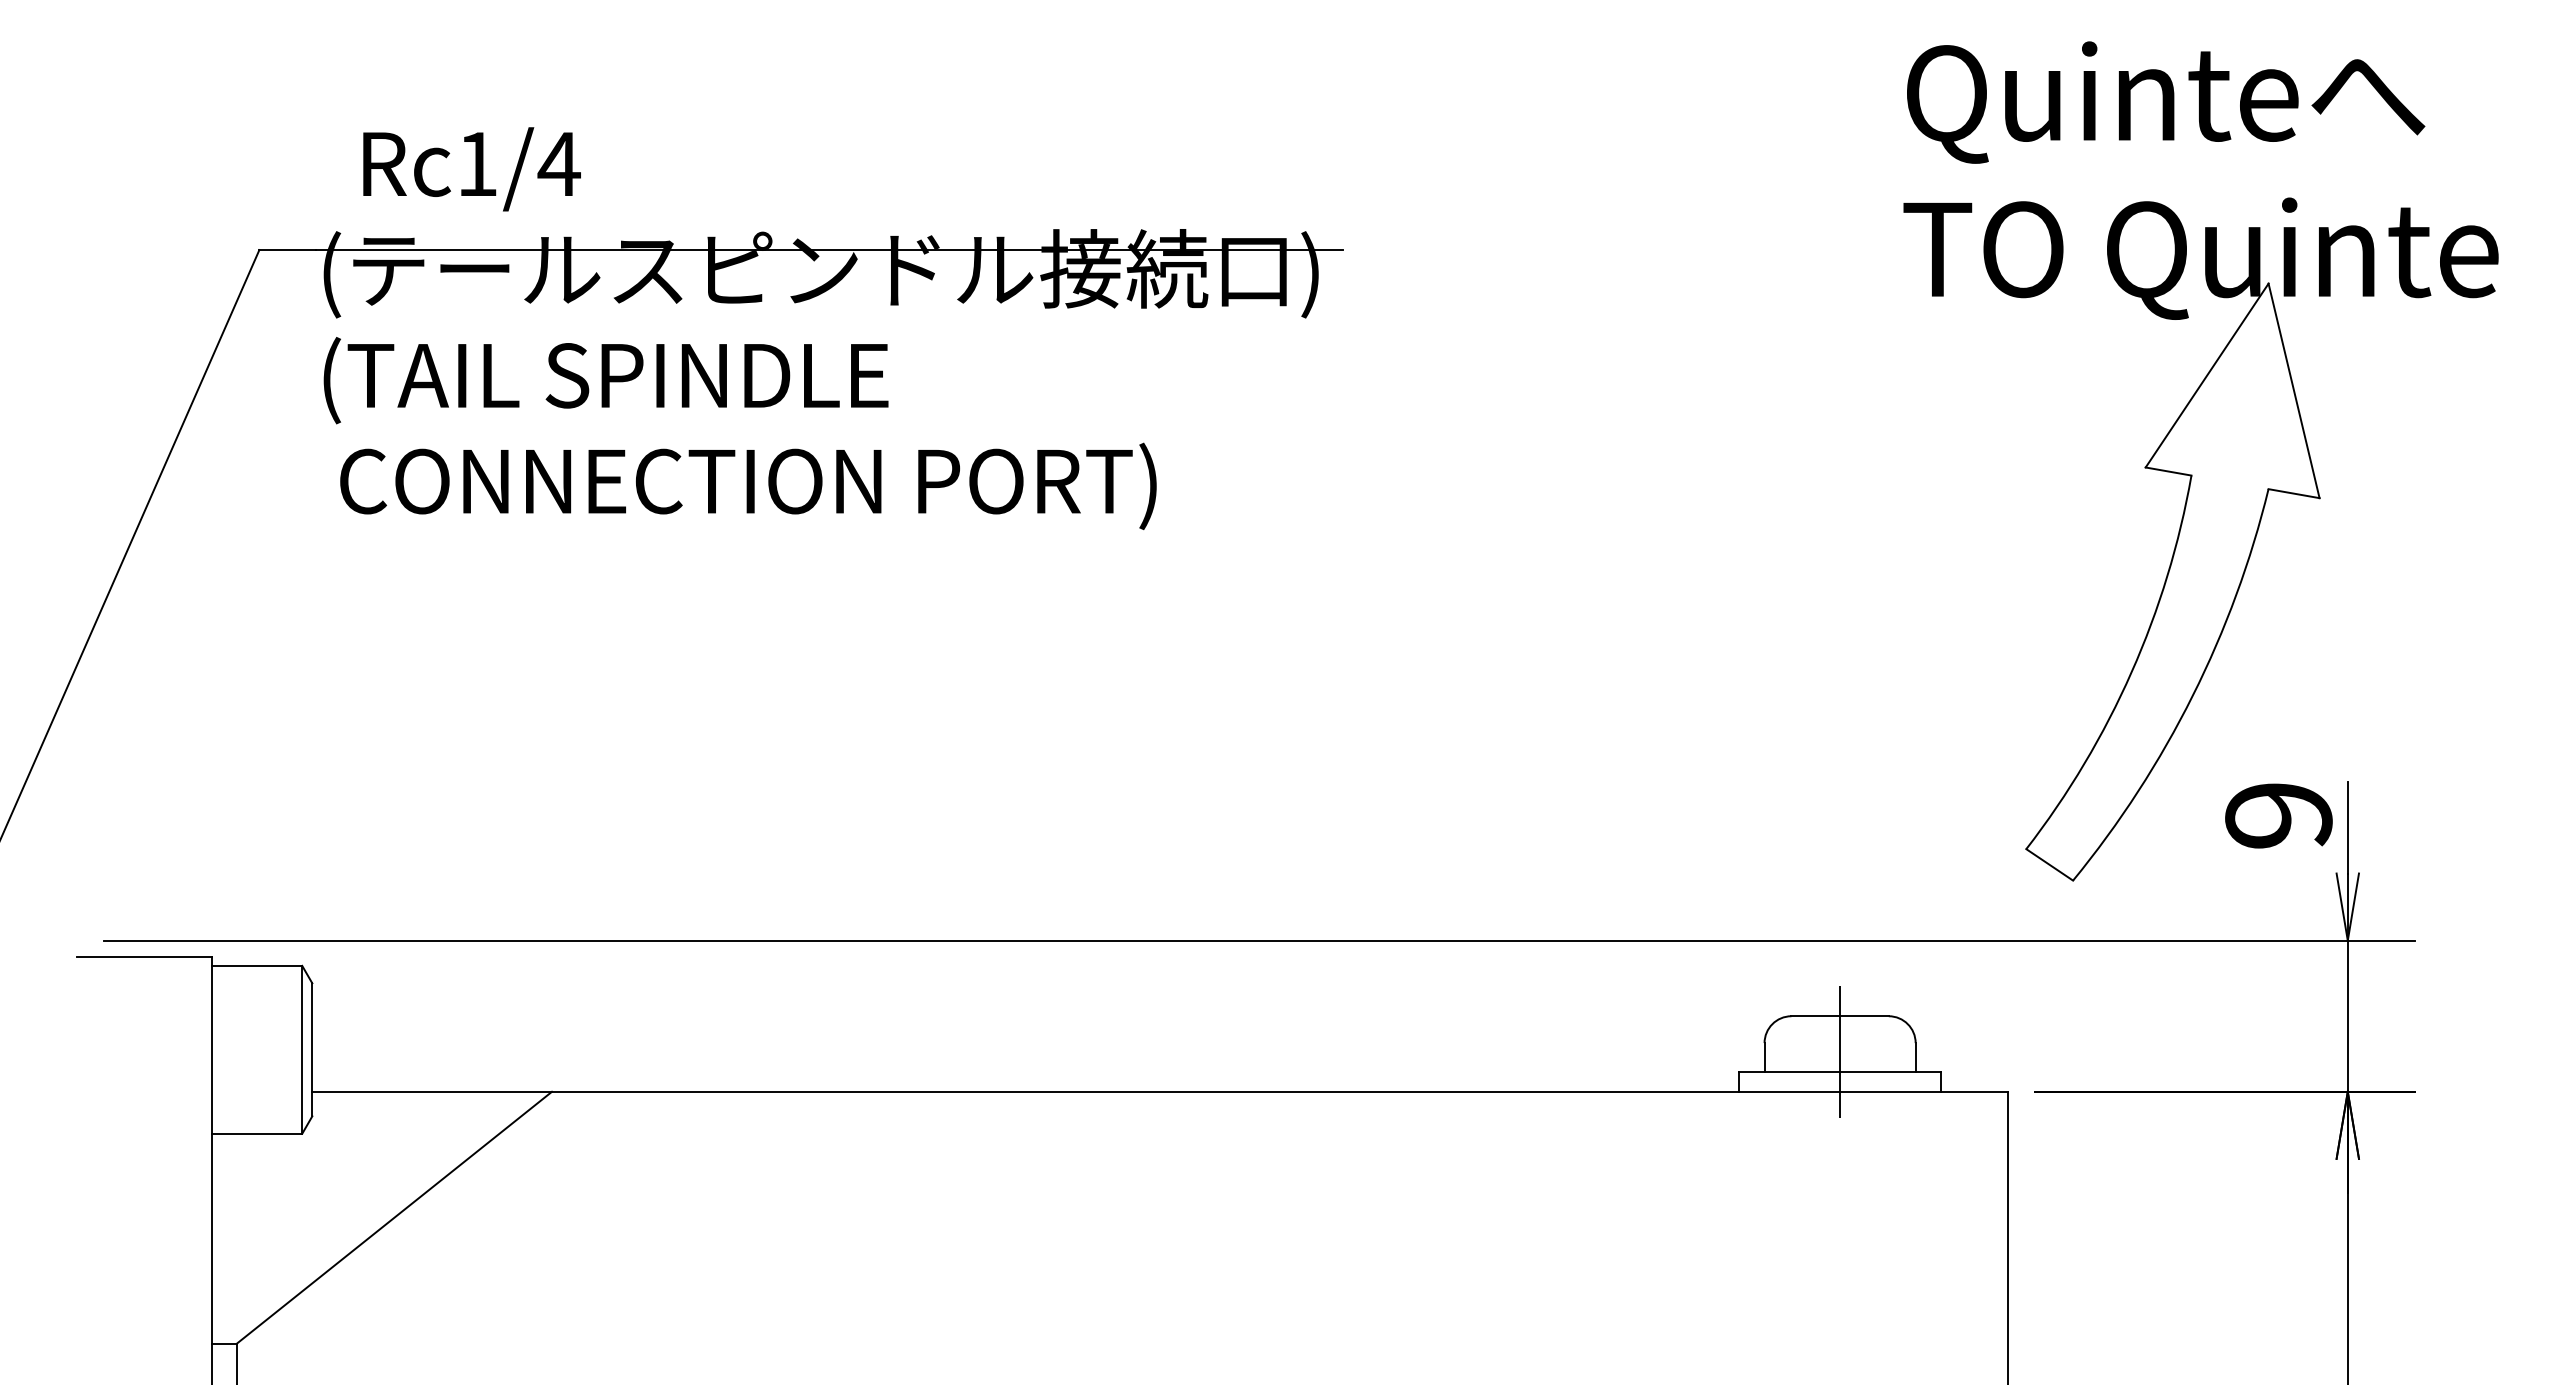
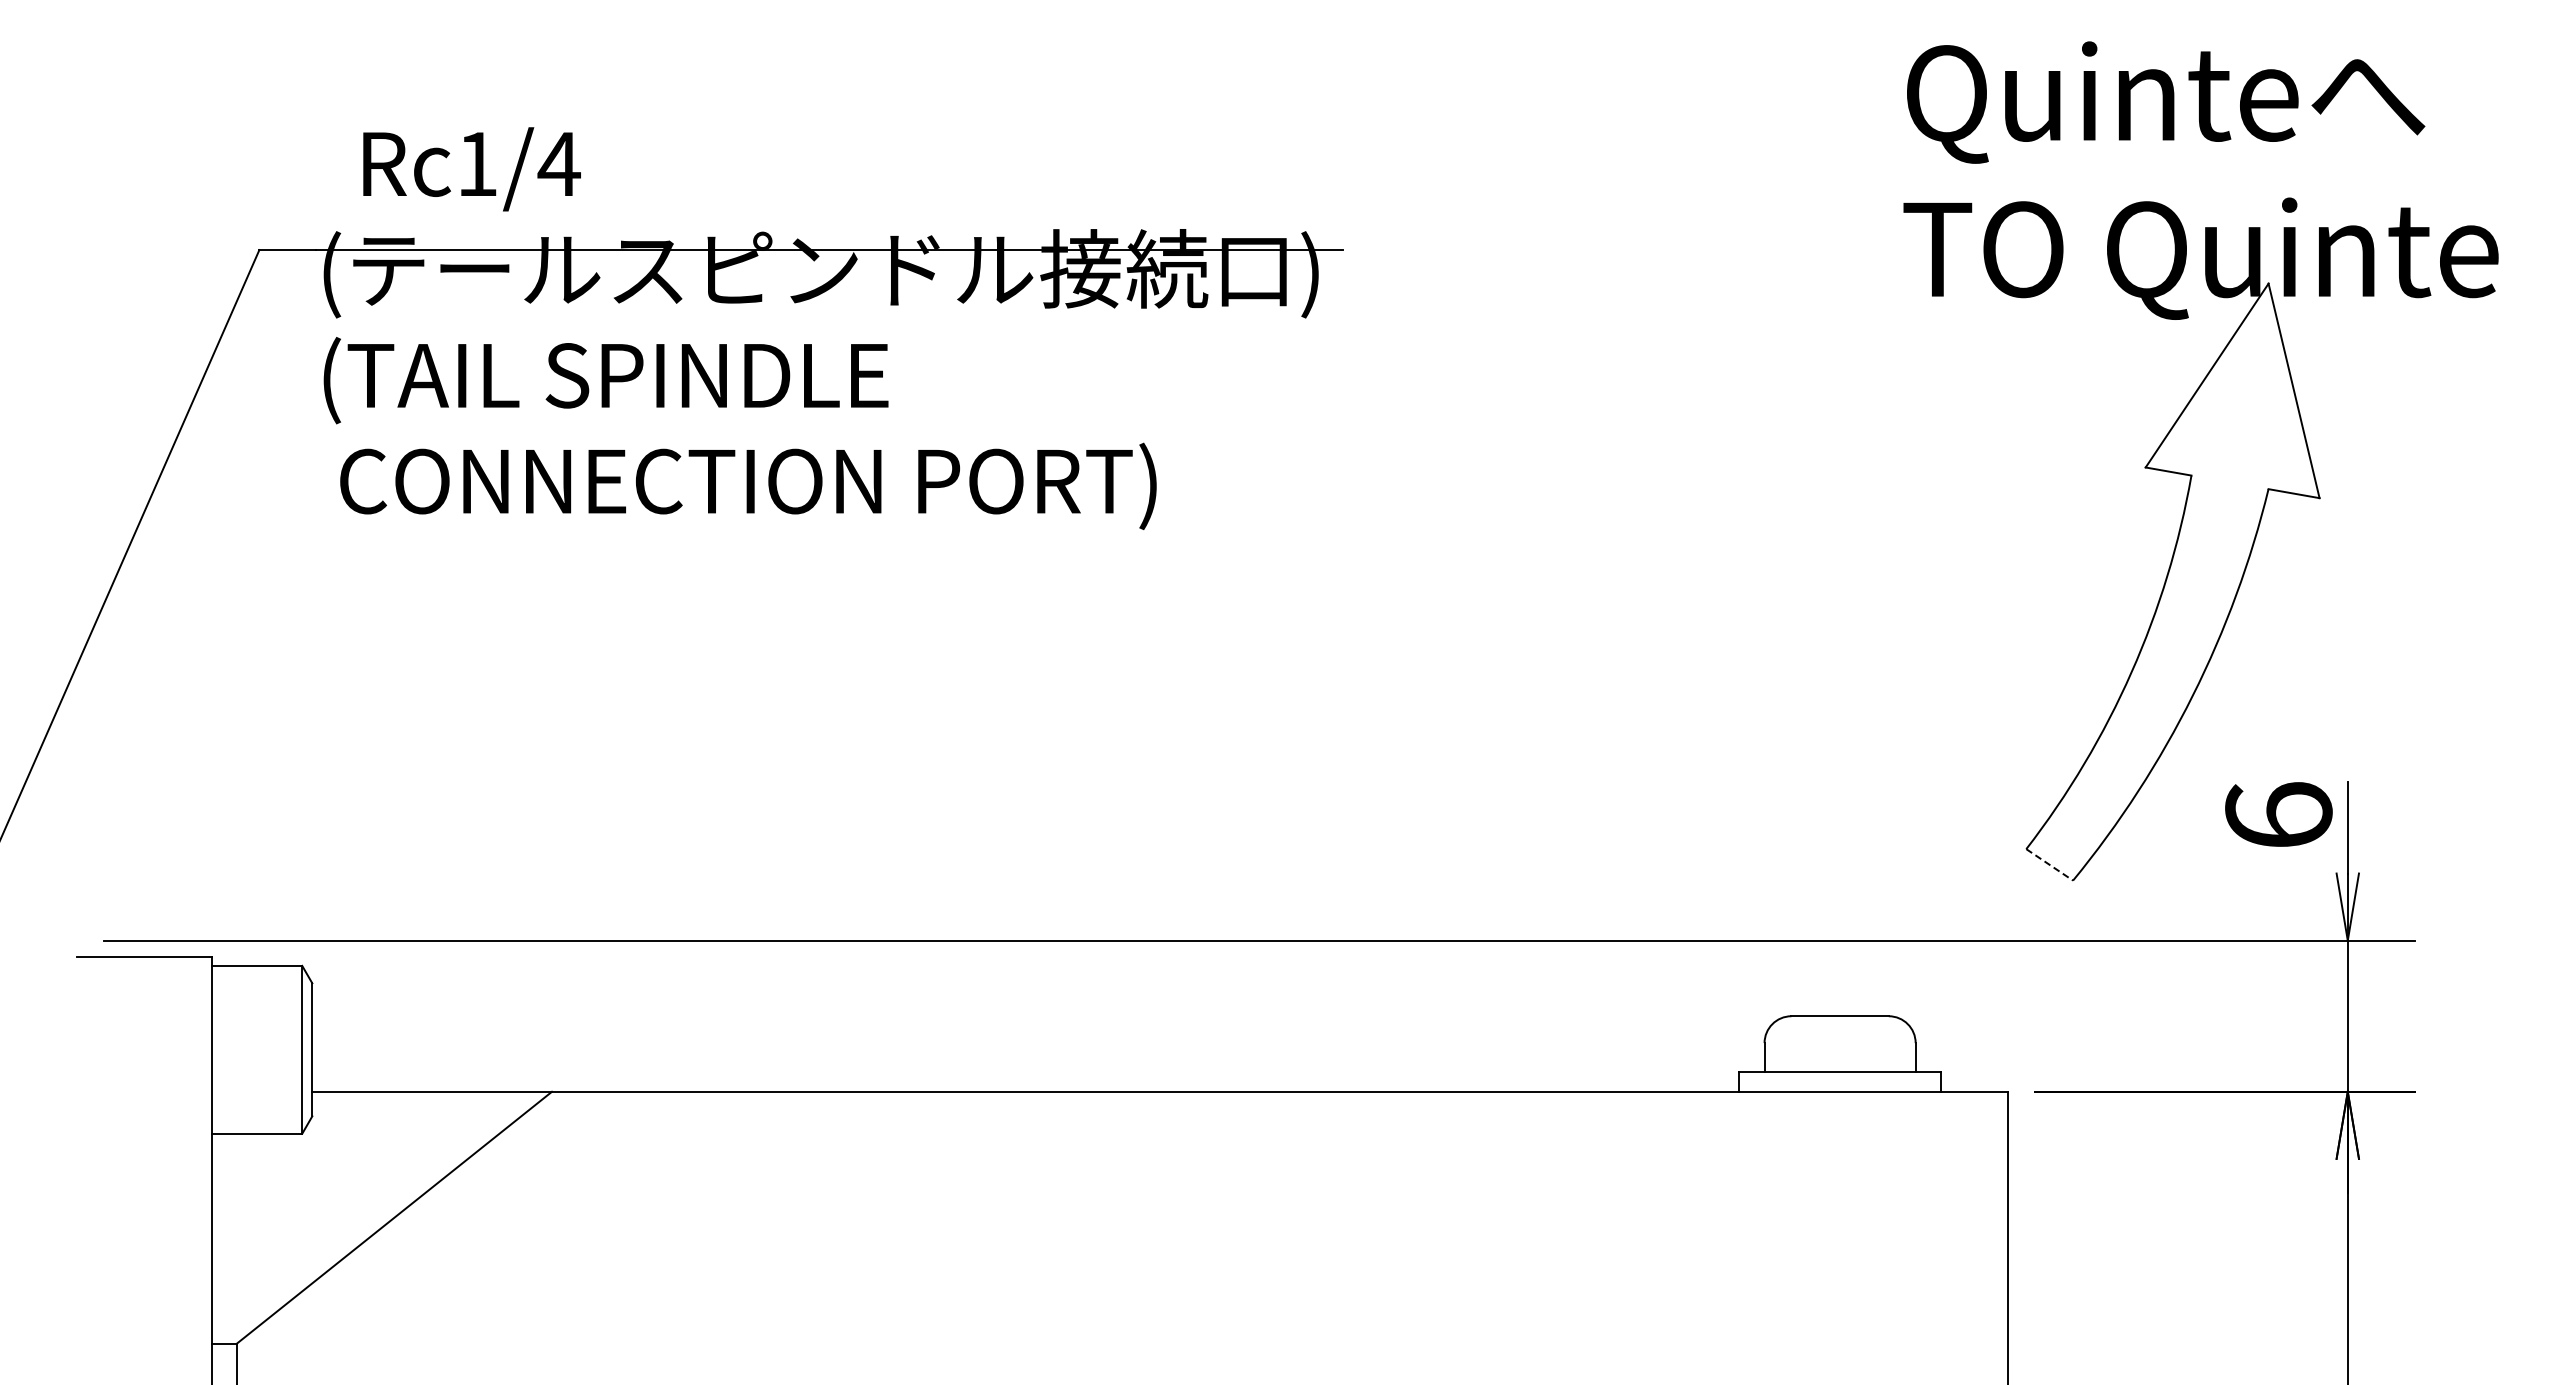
text at (2278, 815): 9 -> 6
line at (2050, 865): solid -> dashed
line at (1840, 1051): present -> none
